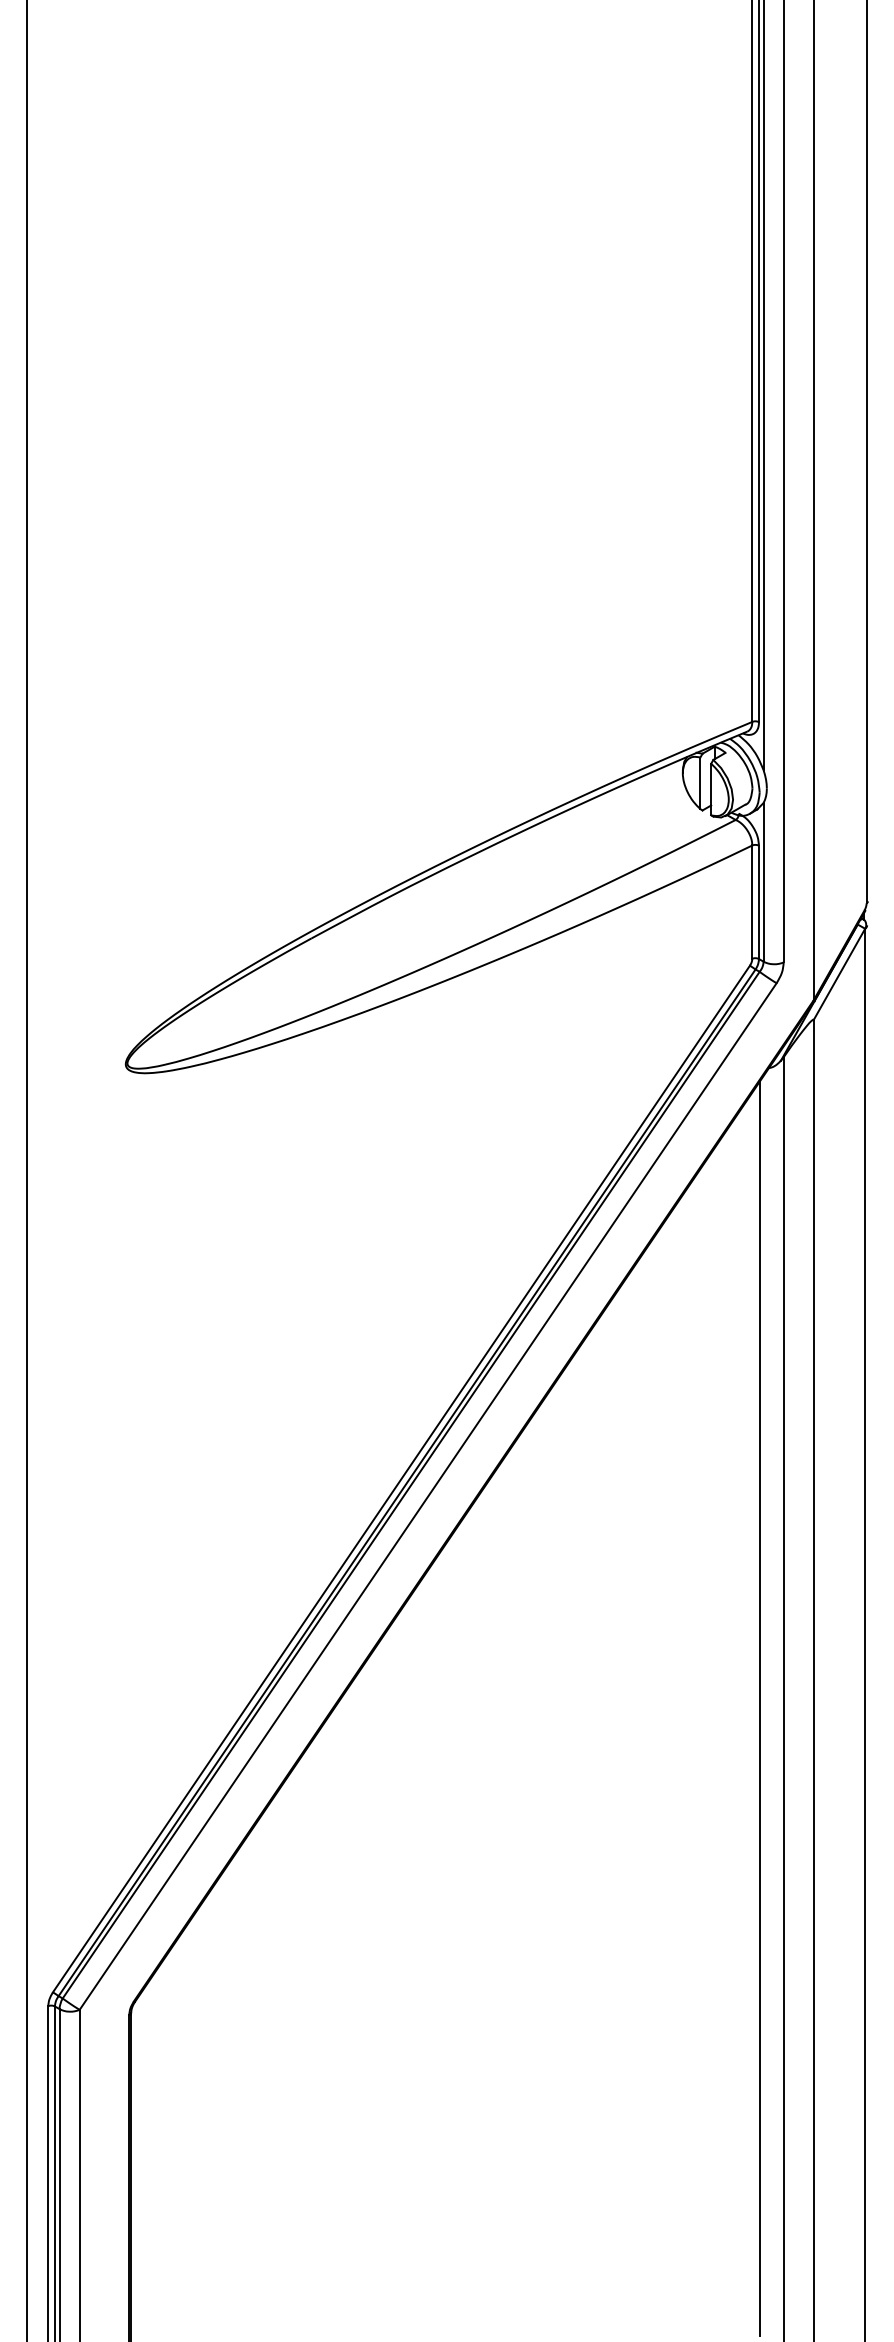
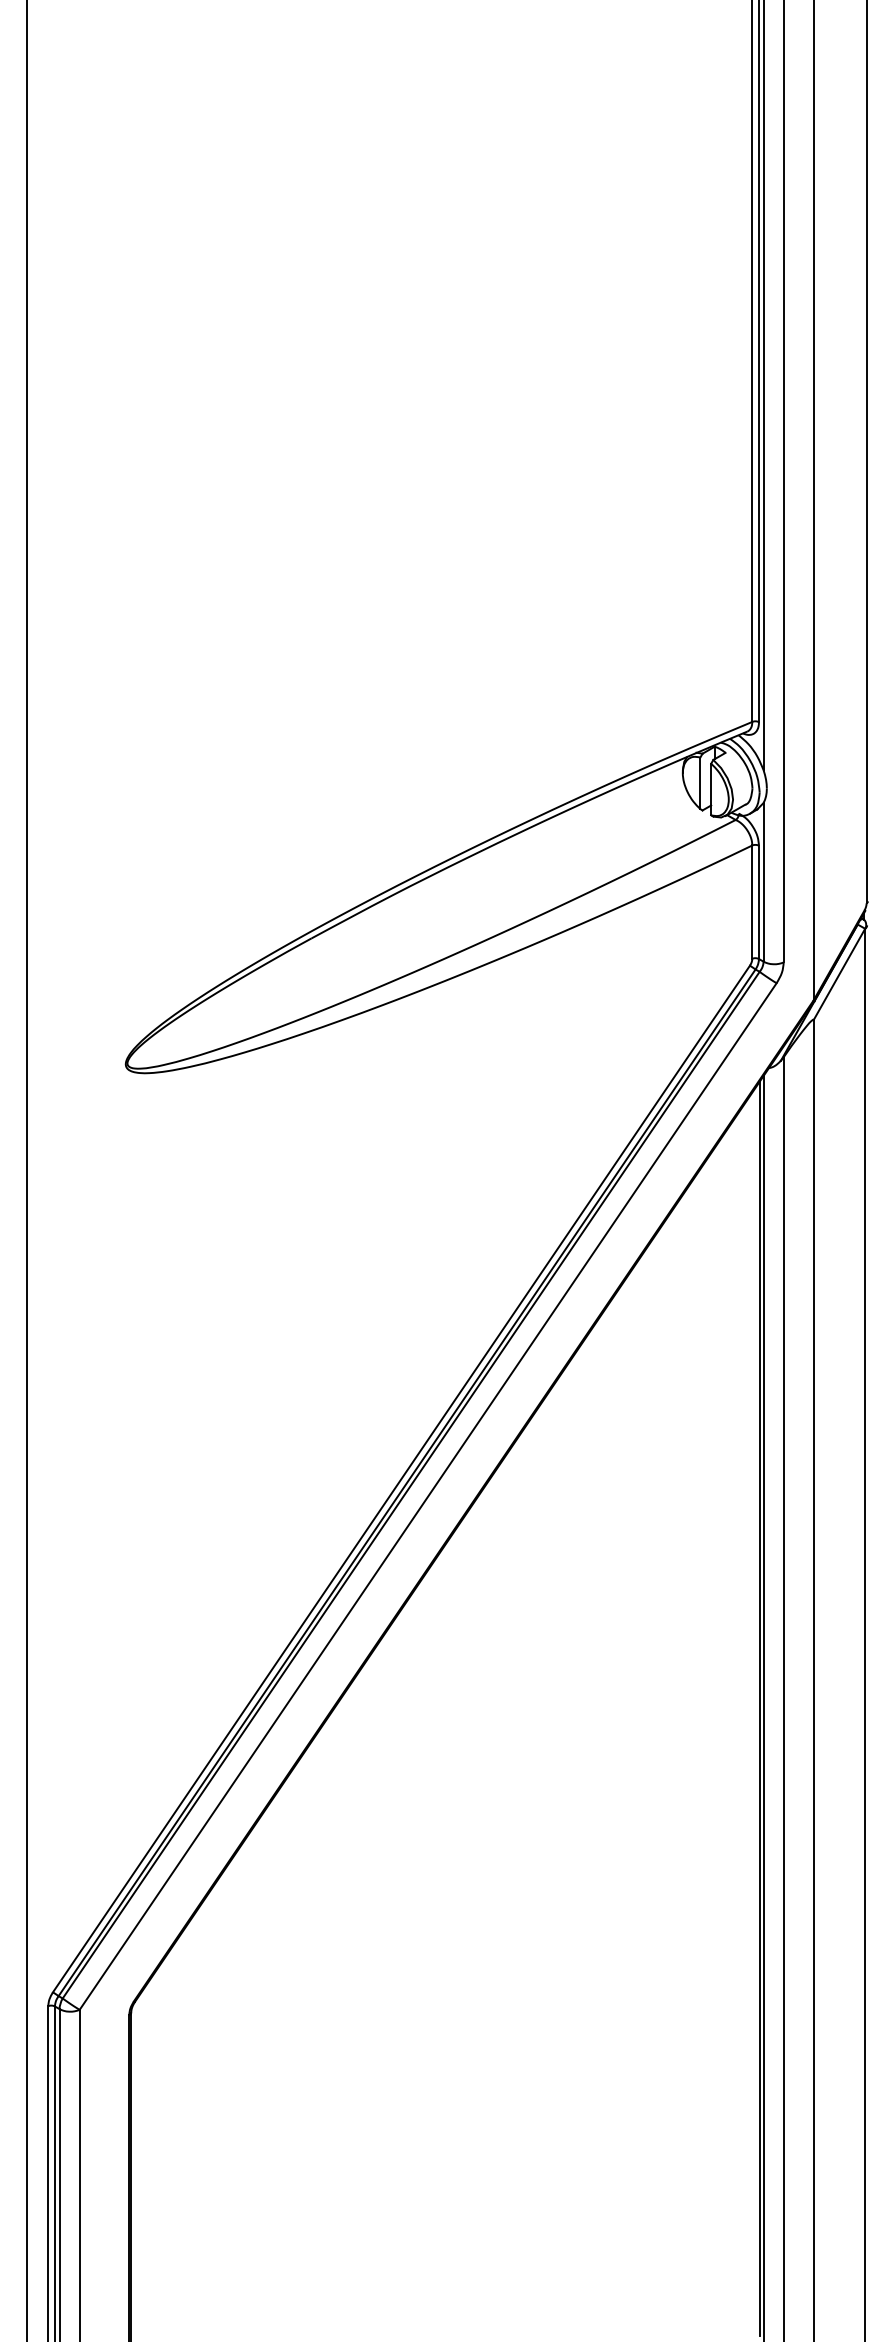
line at (763, 1706): none -> present
